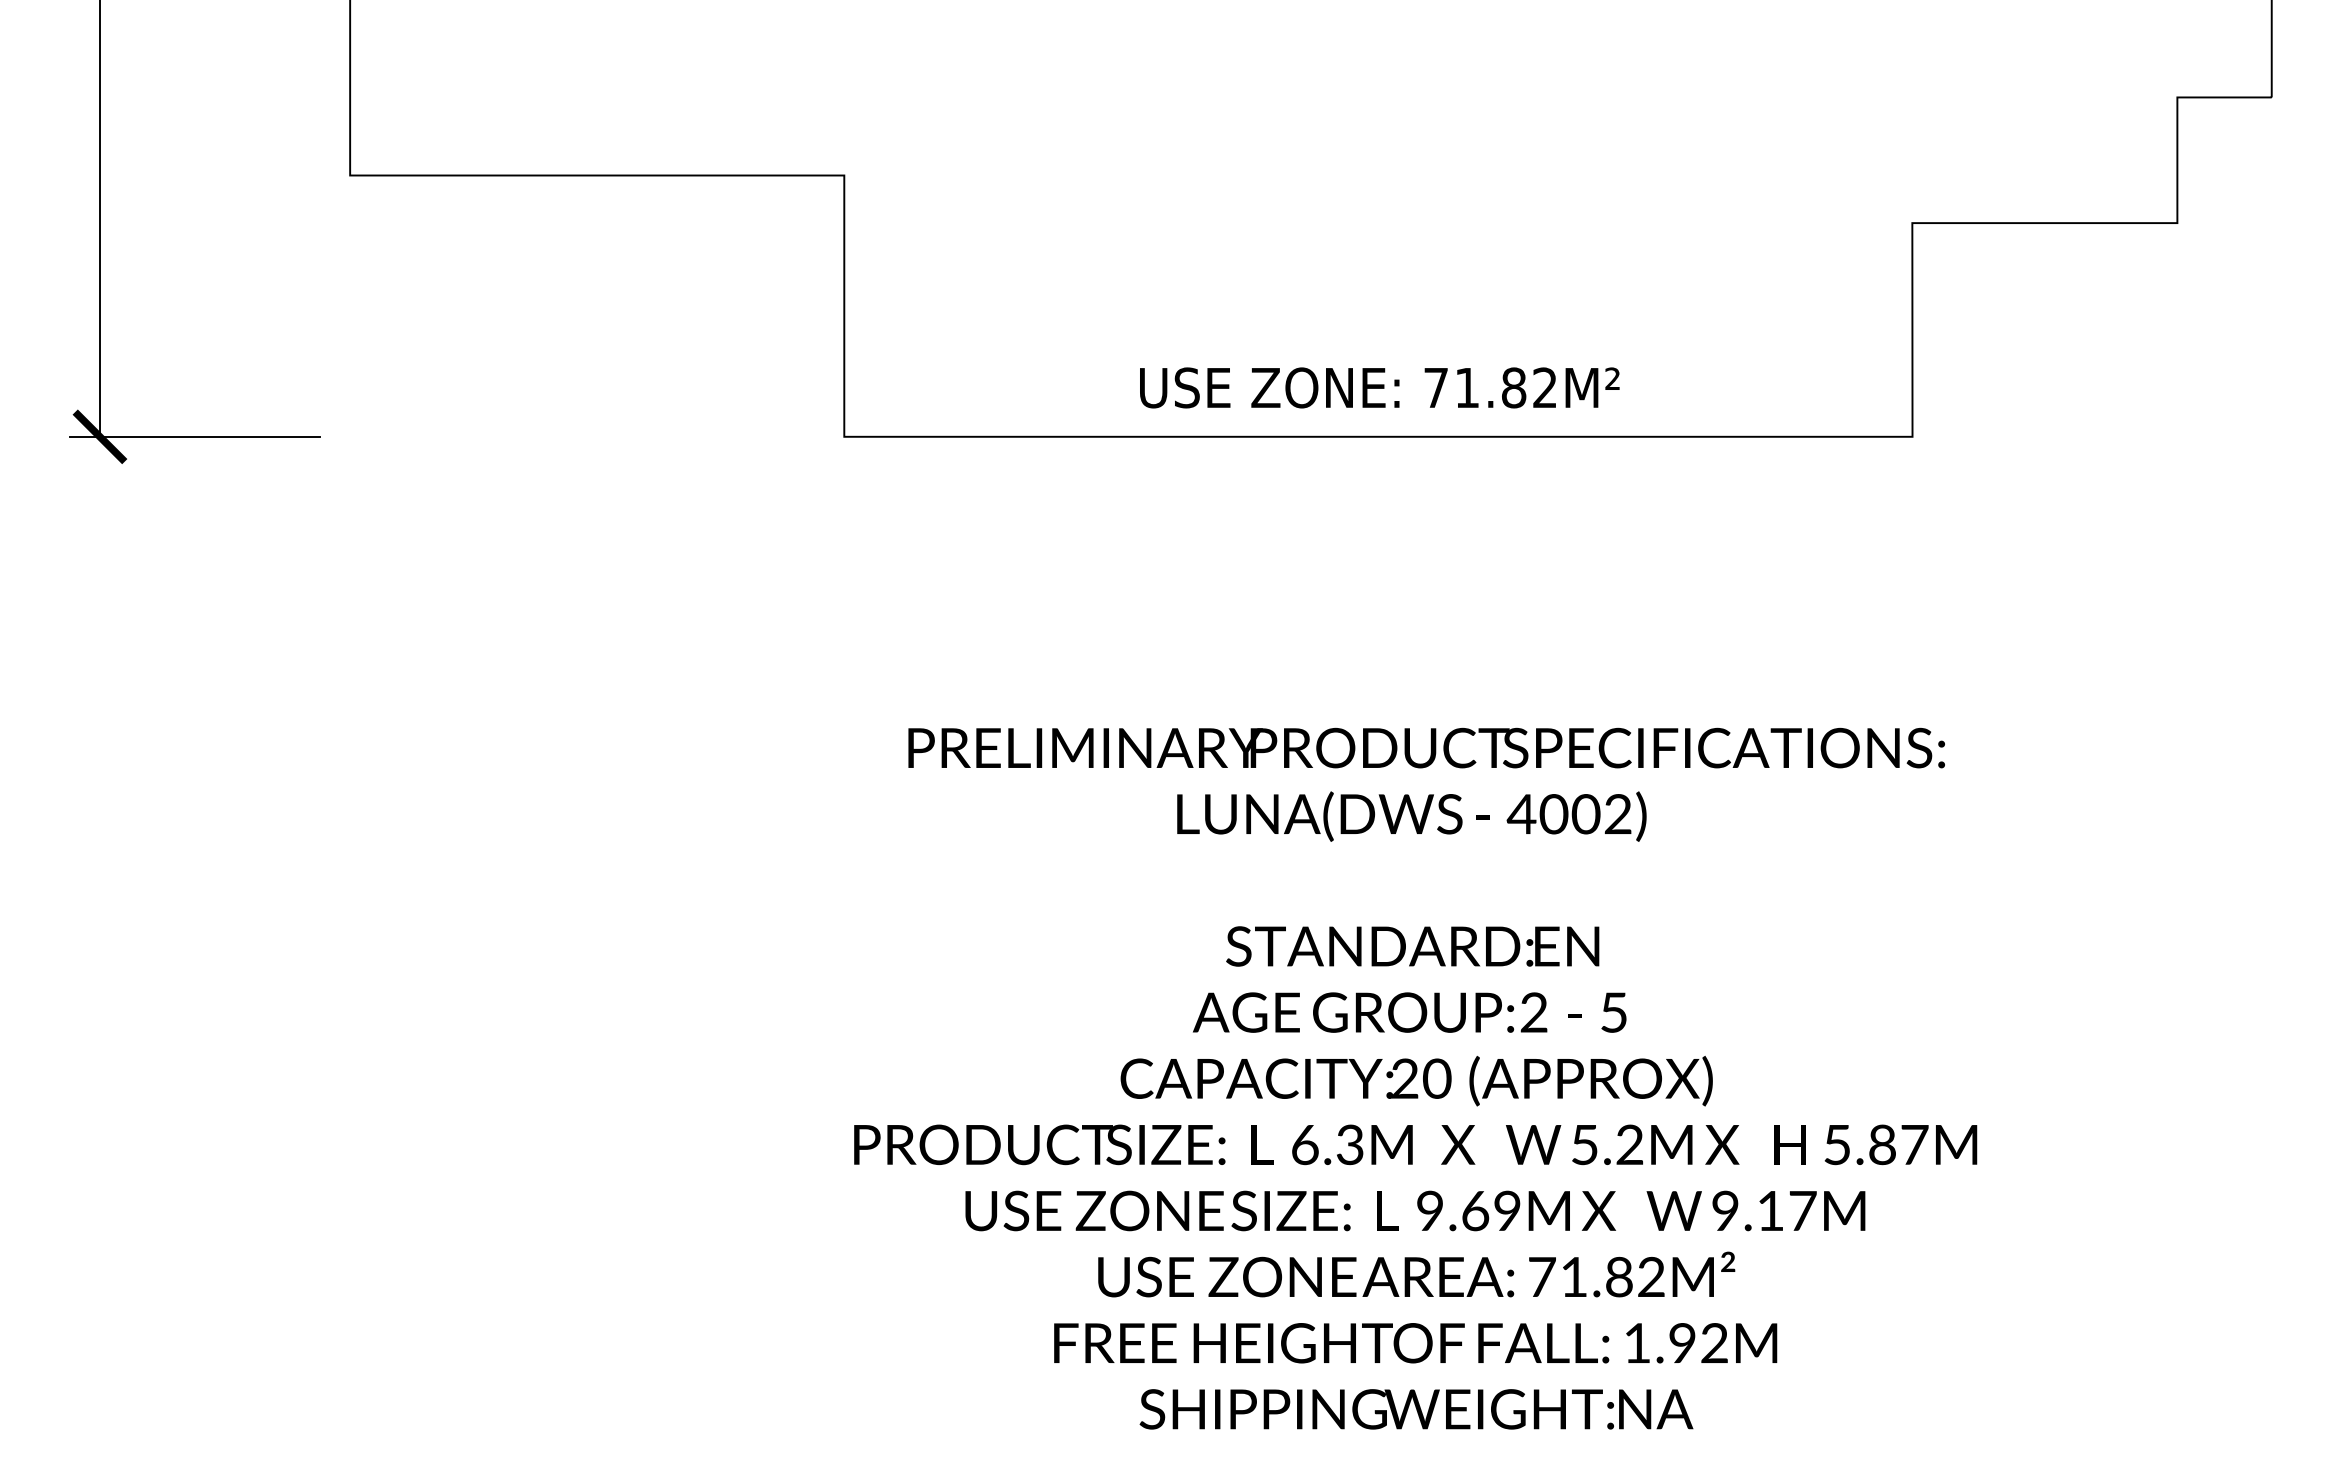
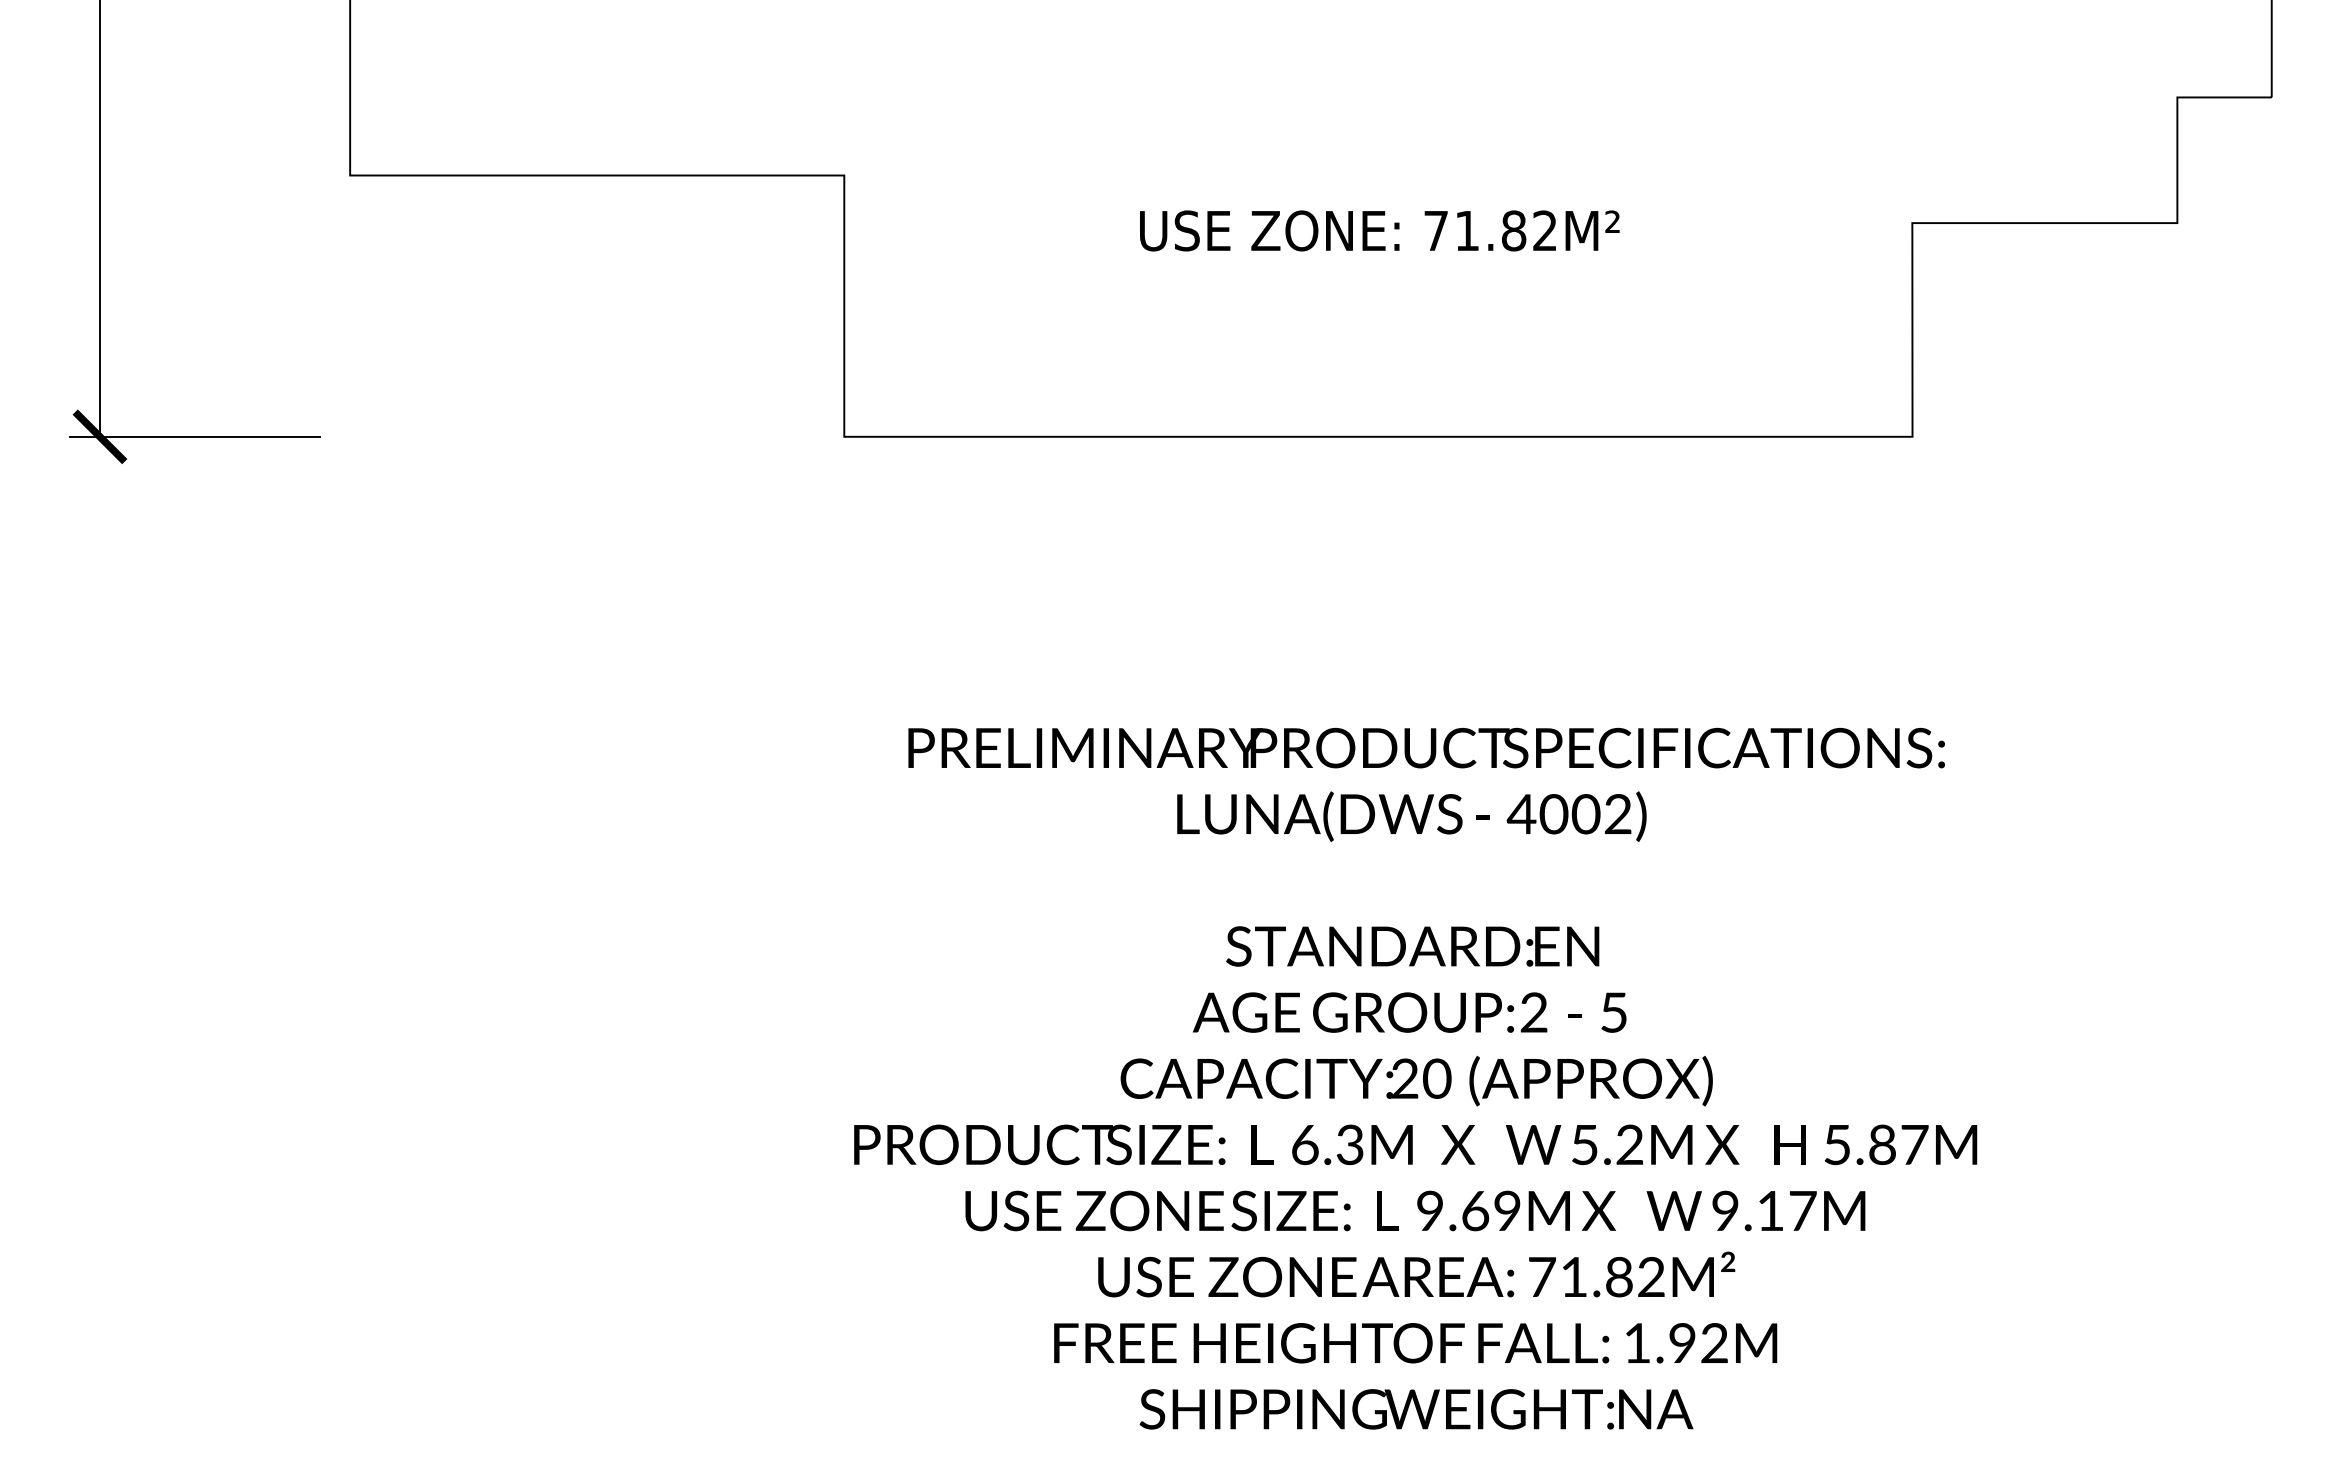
text at (1379, 387) position: (1379, 387) -> (1379, 230)
